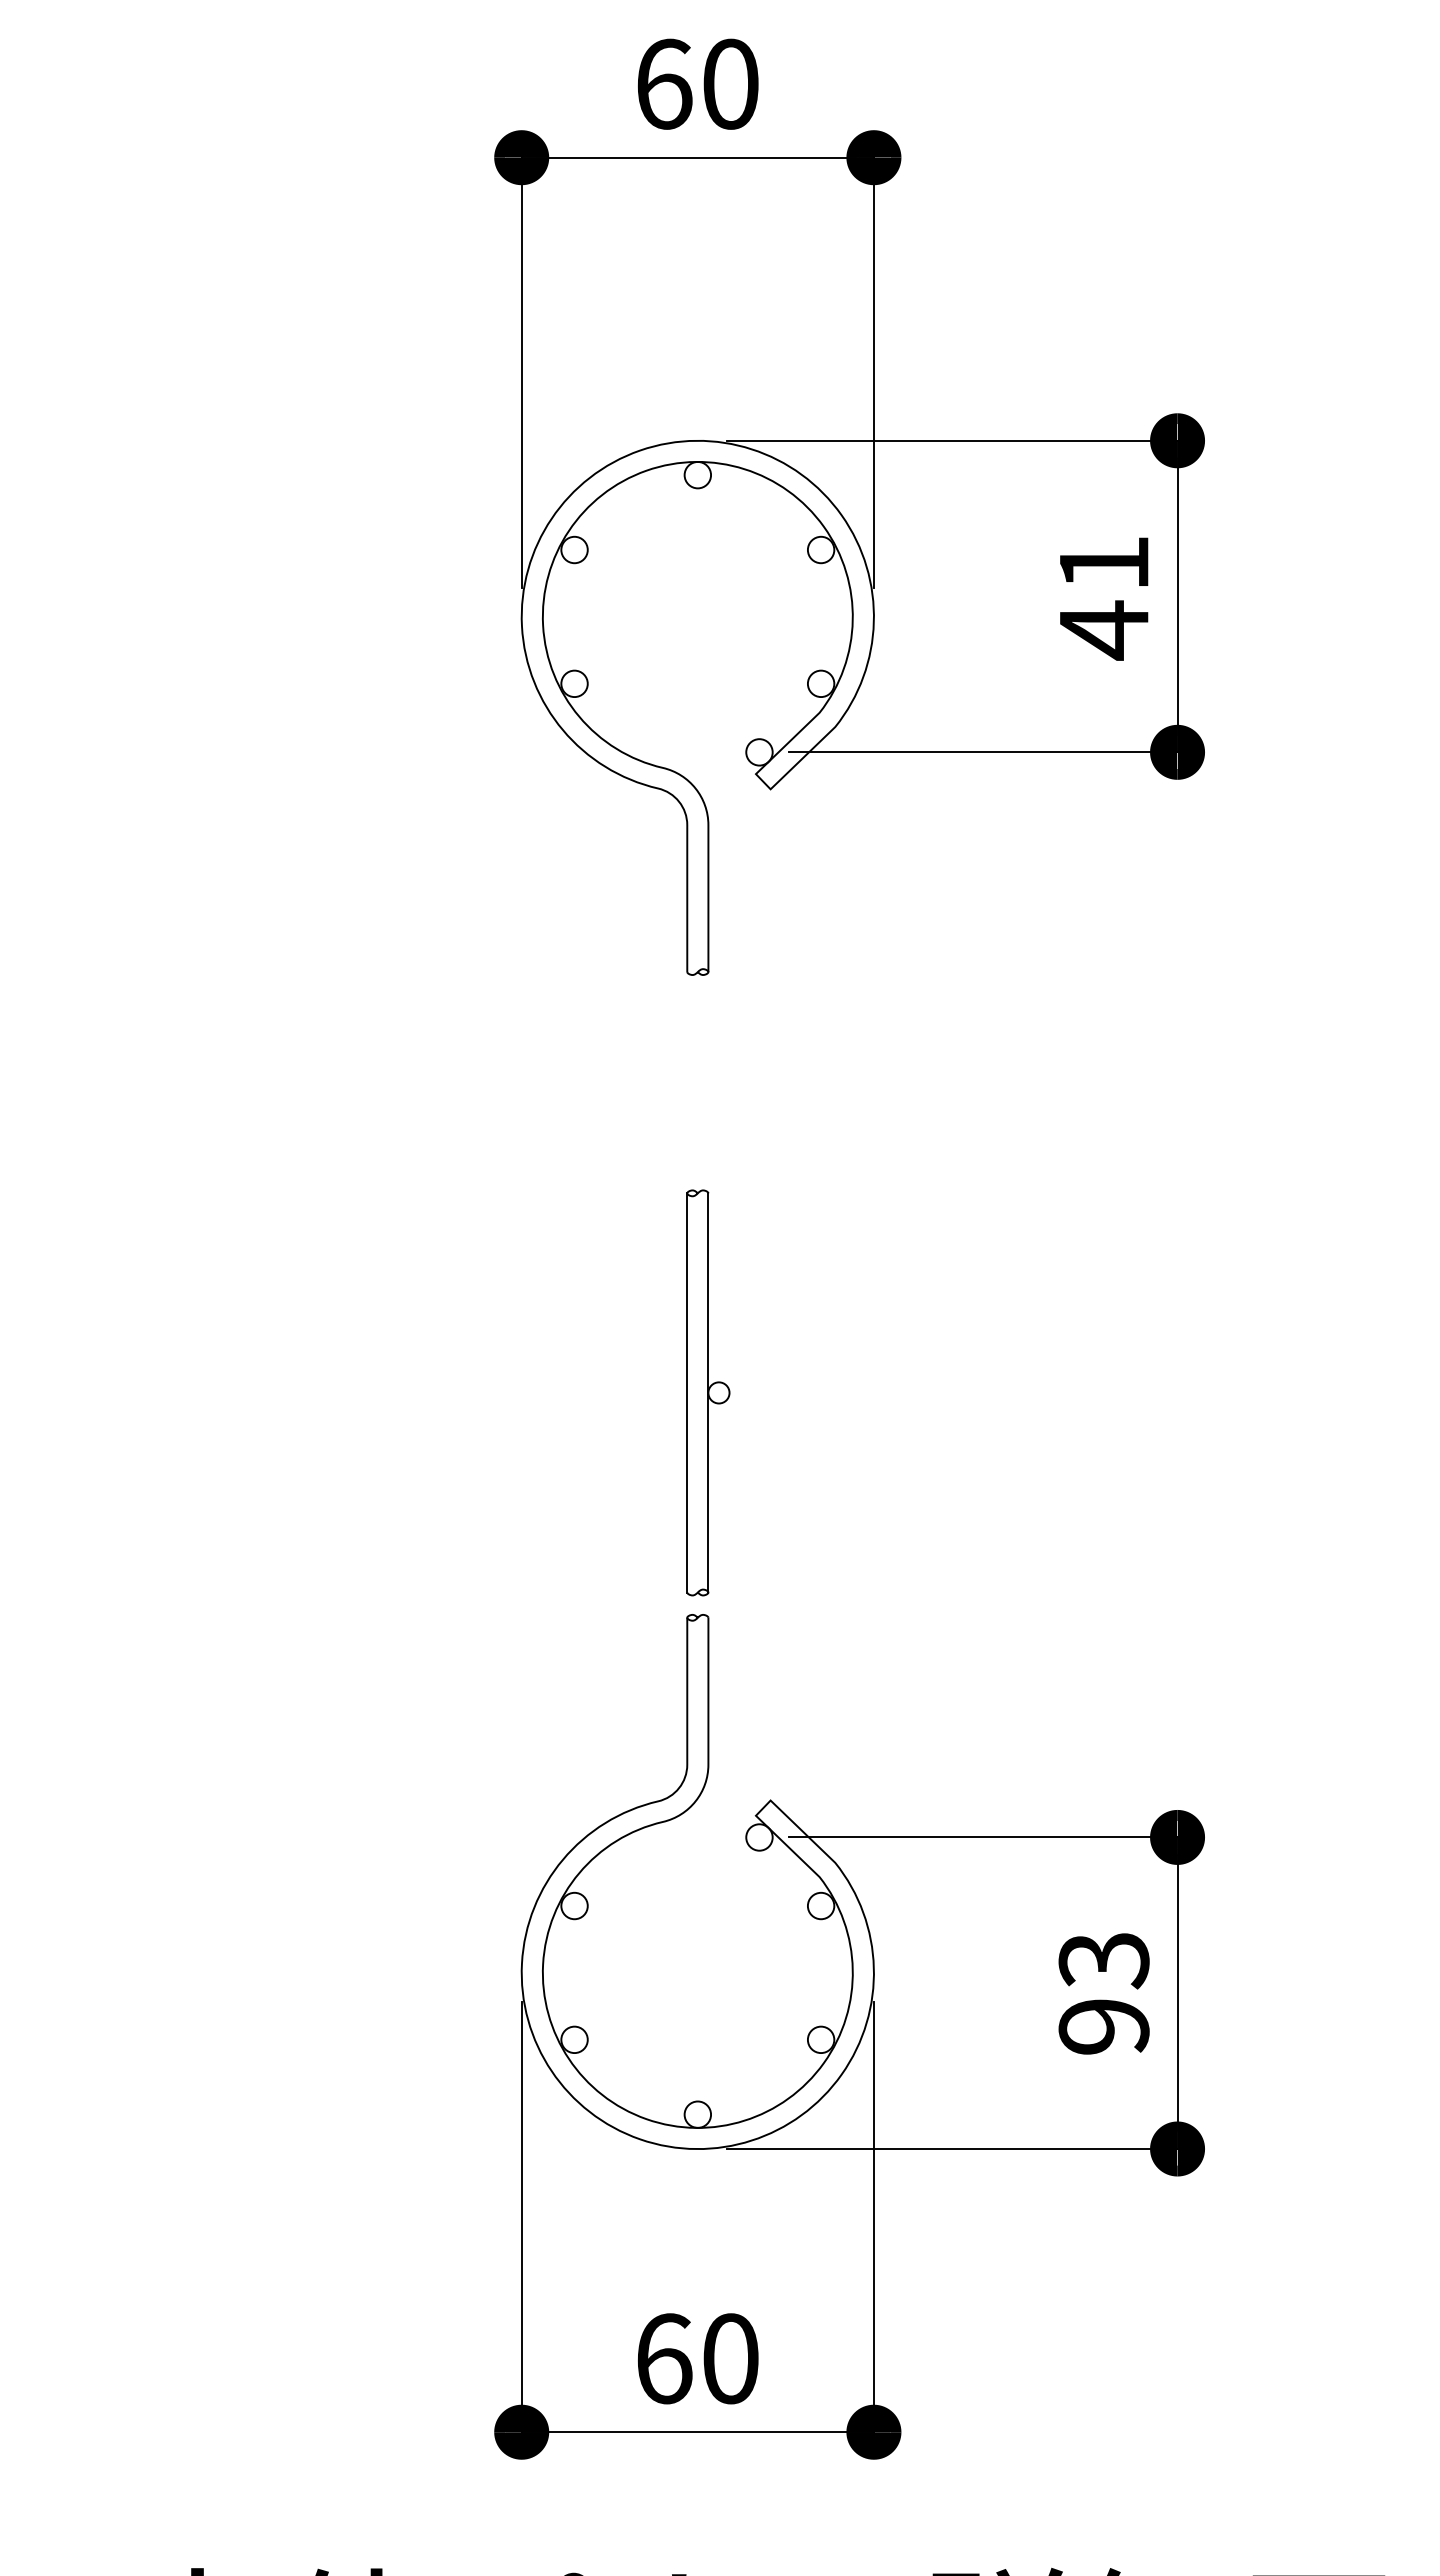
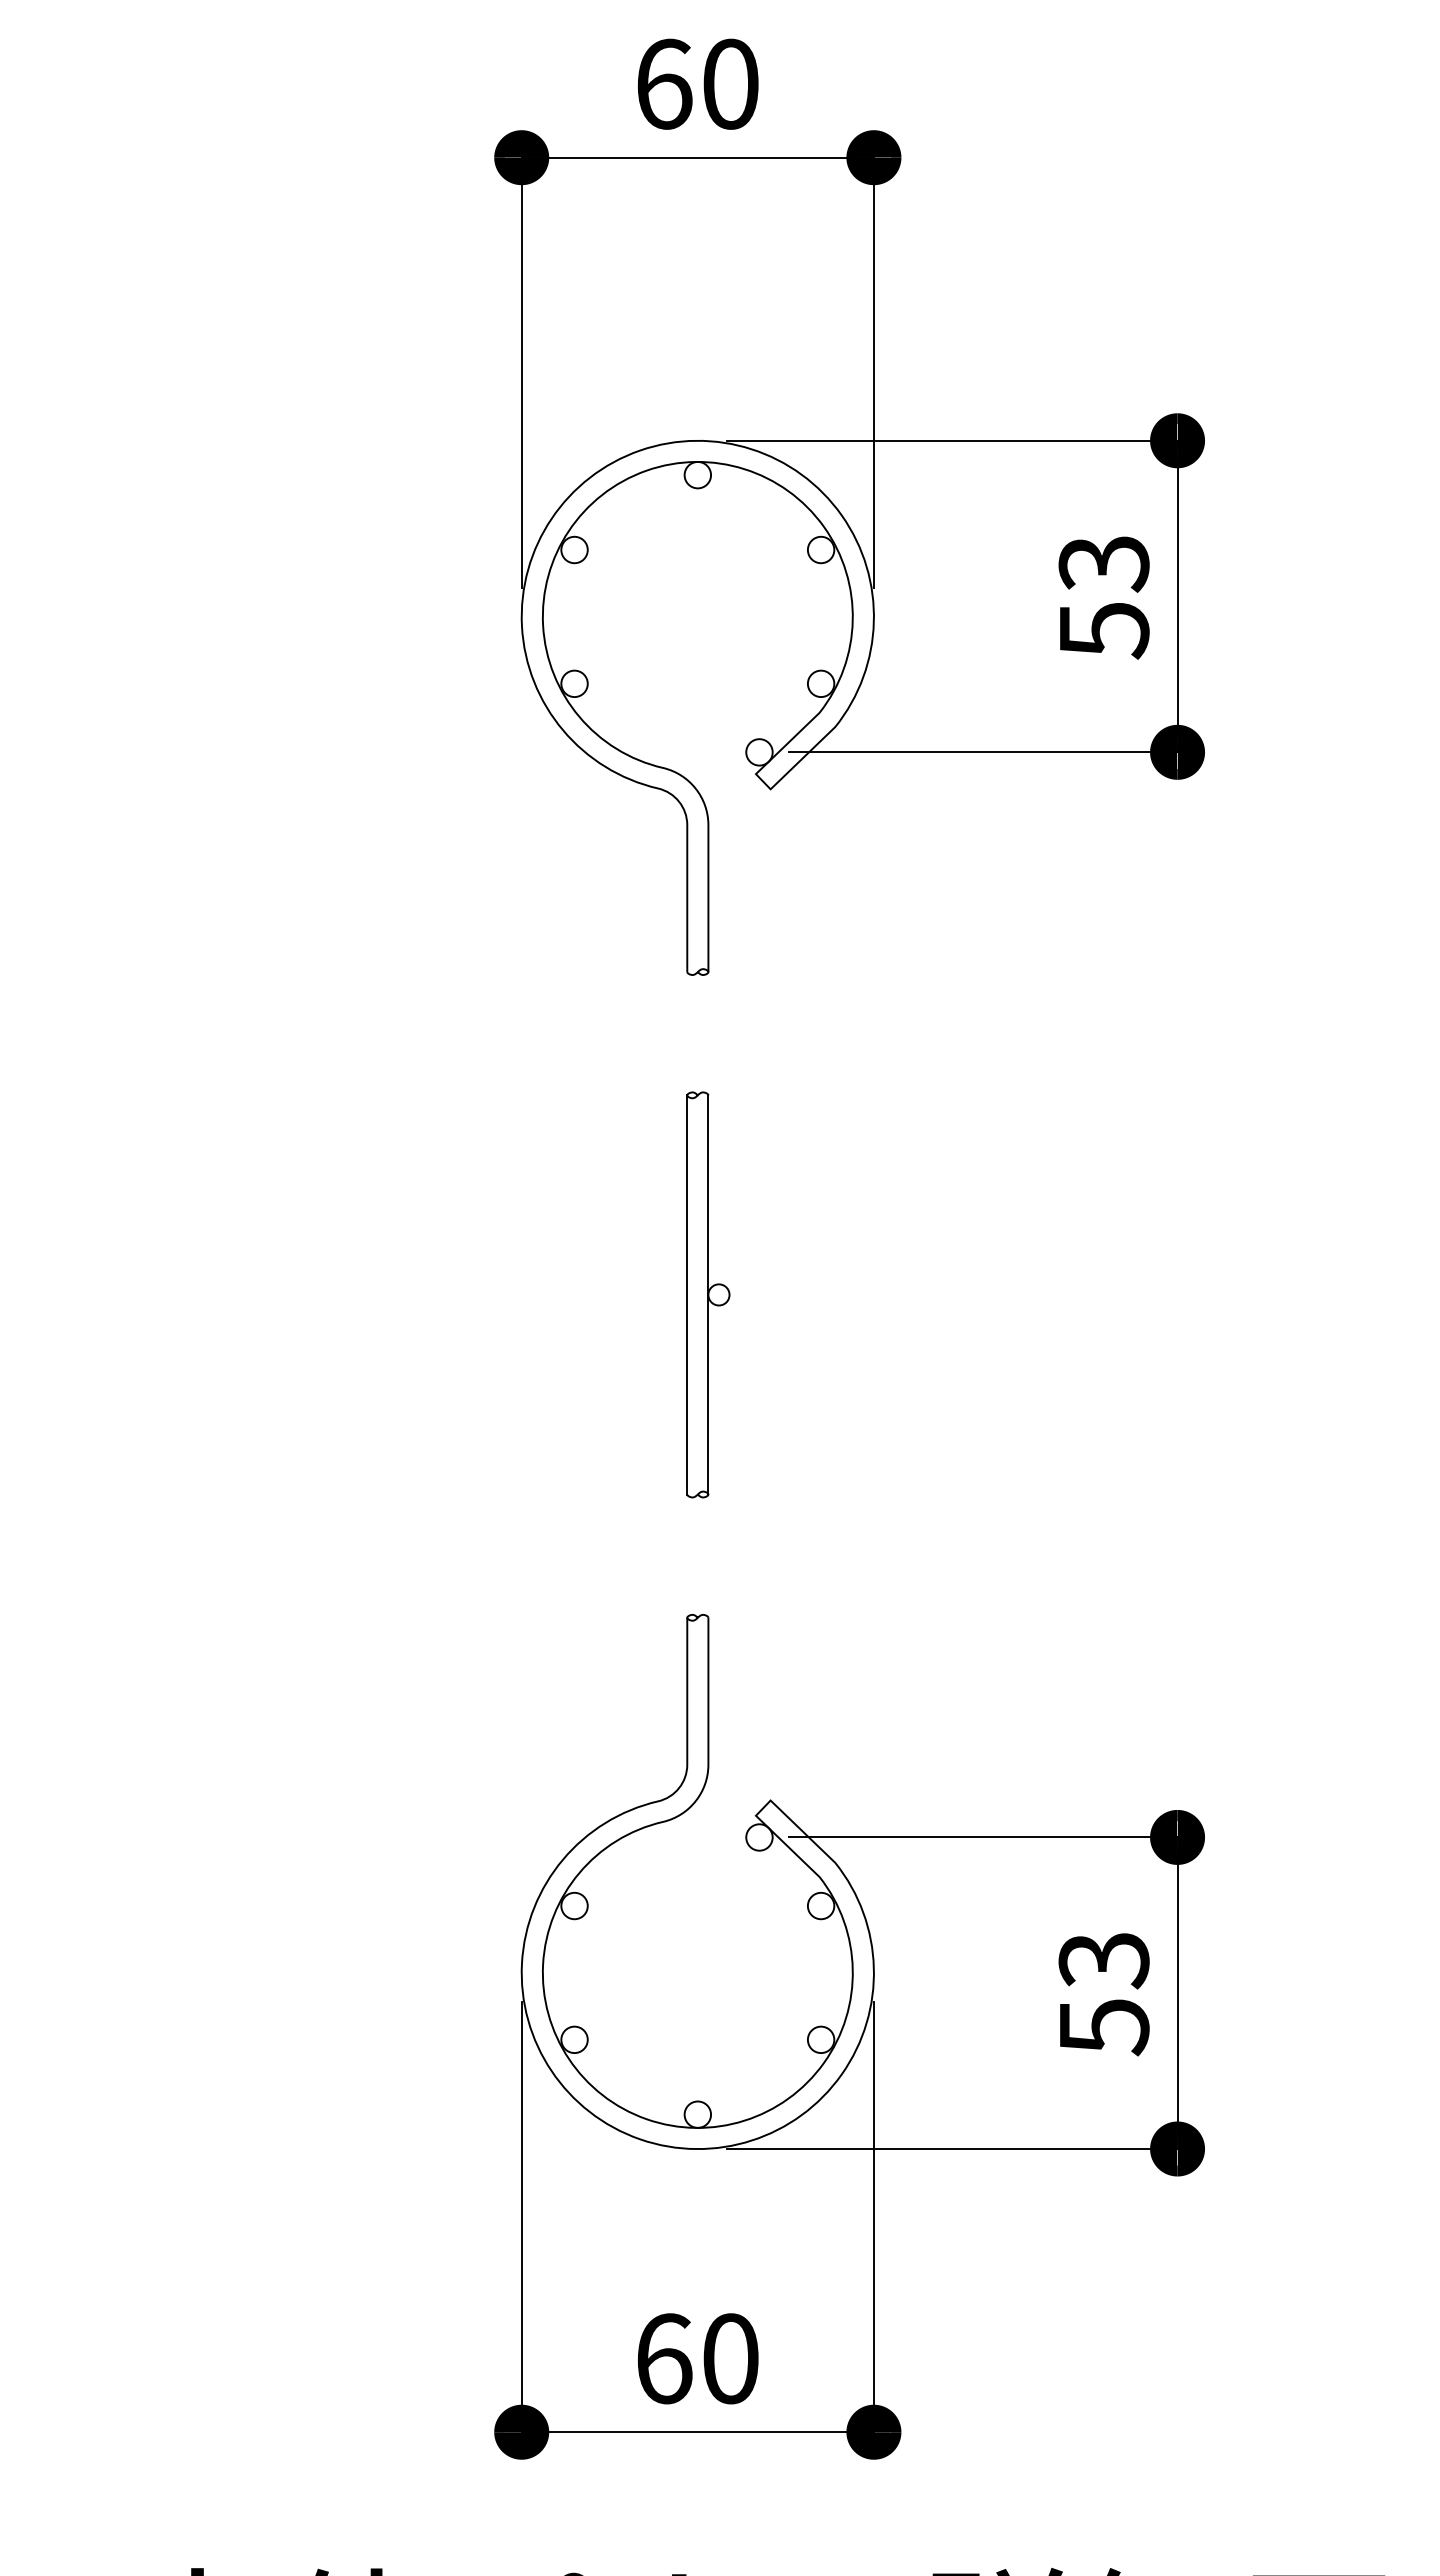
text at (1103, 598): 41 -> 53
part at (708, 1392) position: (708, 1392) -> (708, 1294)
text at (1103, 2027): 93 -> 53
